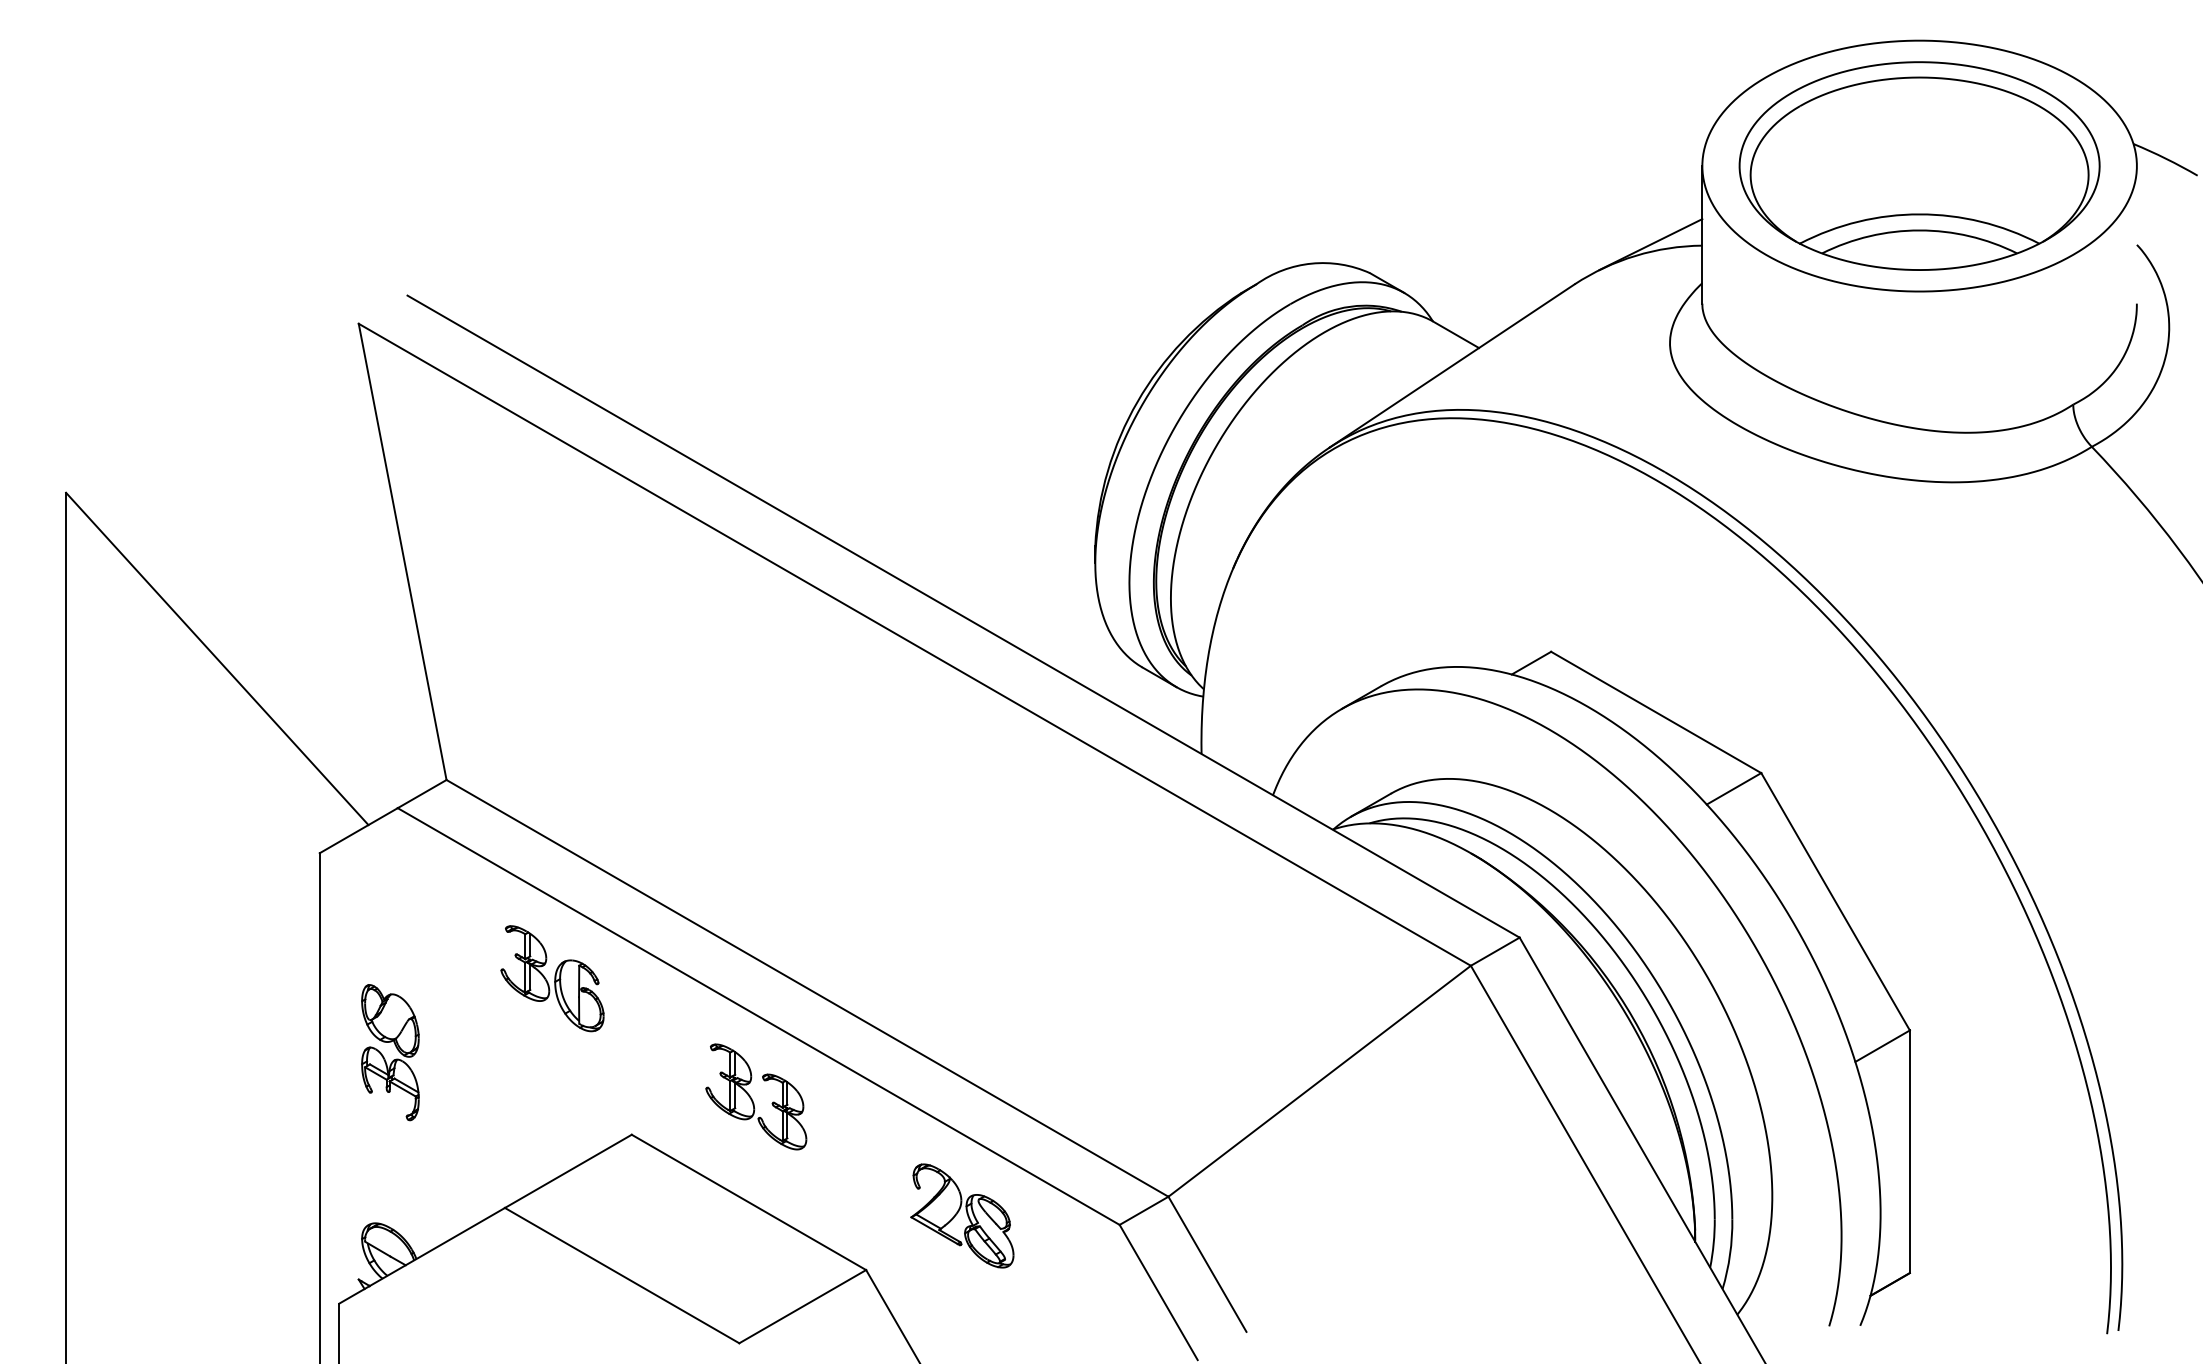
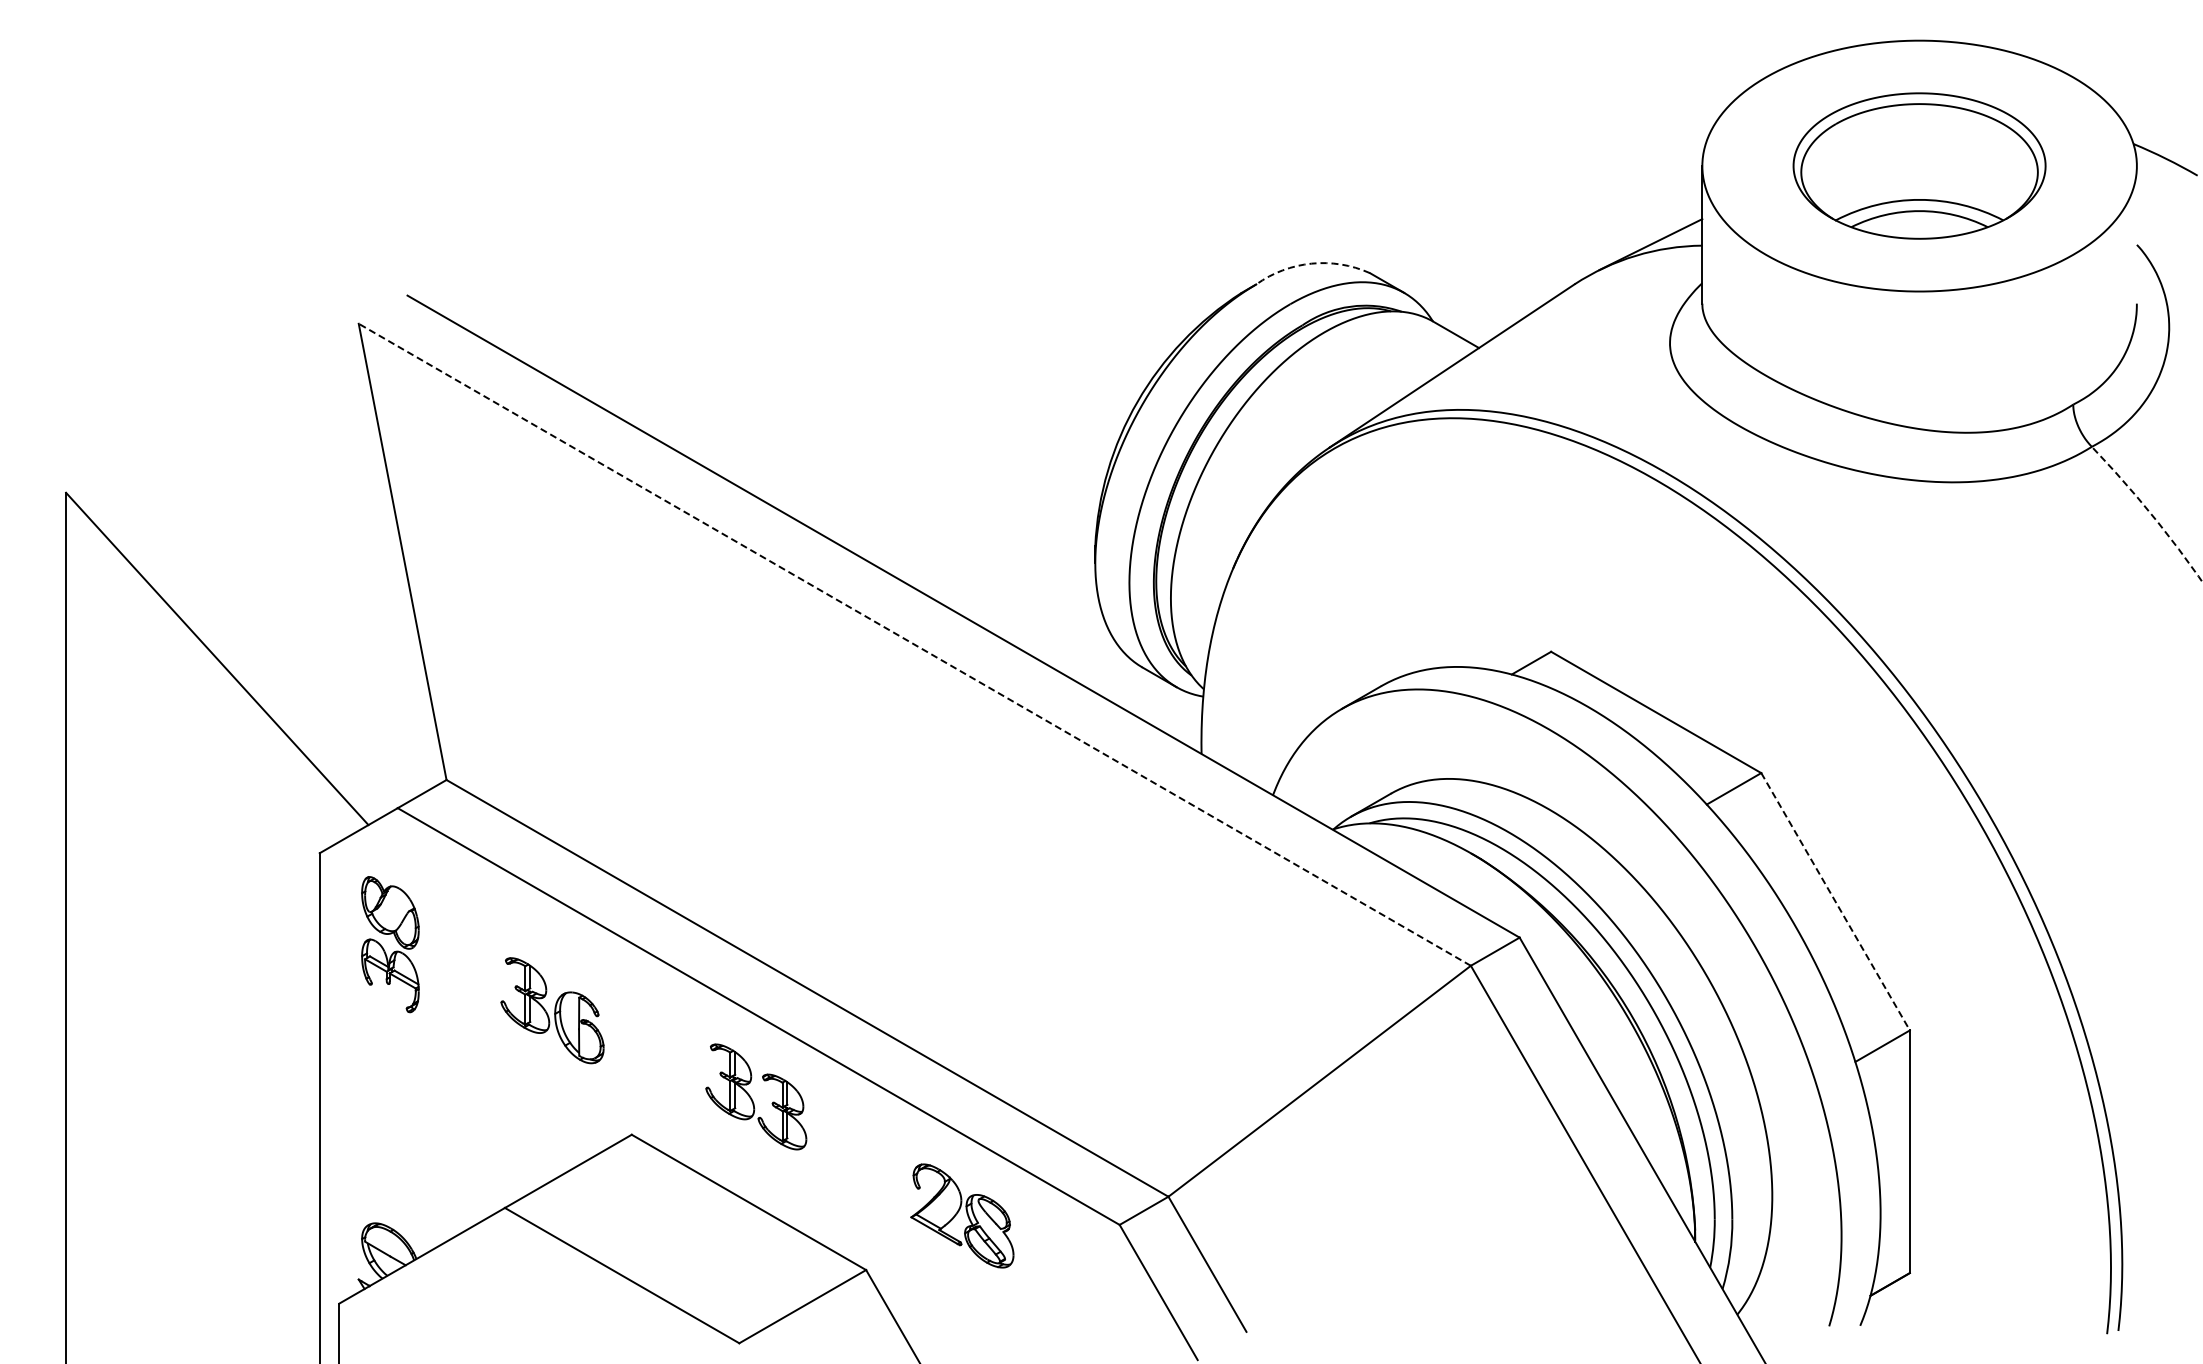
part at (1919, 165) size: 363x210 px -> 255x148 px
arc at (1311, 263): solid -> dashed
arc at (2150, 512): solid -> dashed
line at (914, 644): solid -> dashed
line at (1835, 901): solid -> dashed
part at (552, 978) position: (552, 978) -> (552, 1010)
part at (396, 1048) position: (396, 1048) -> (396, 940)
